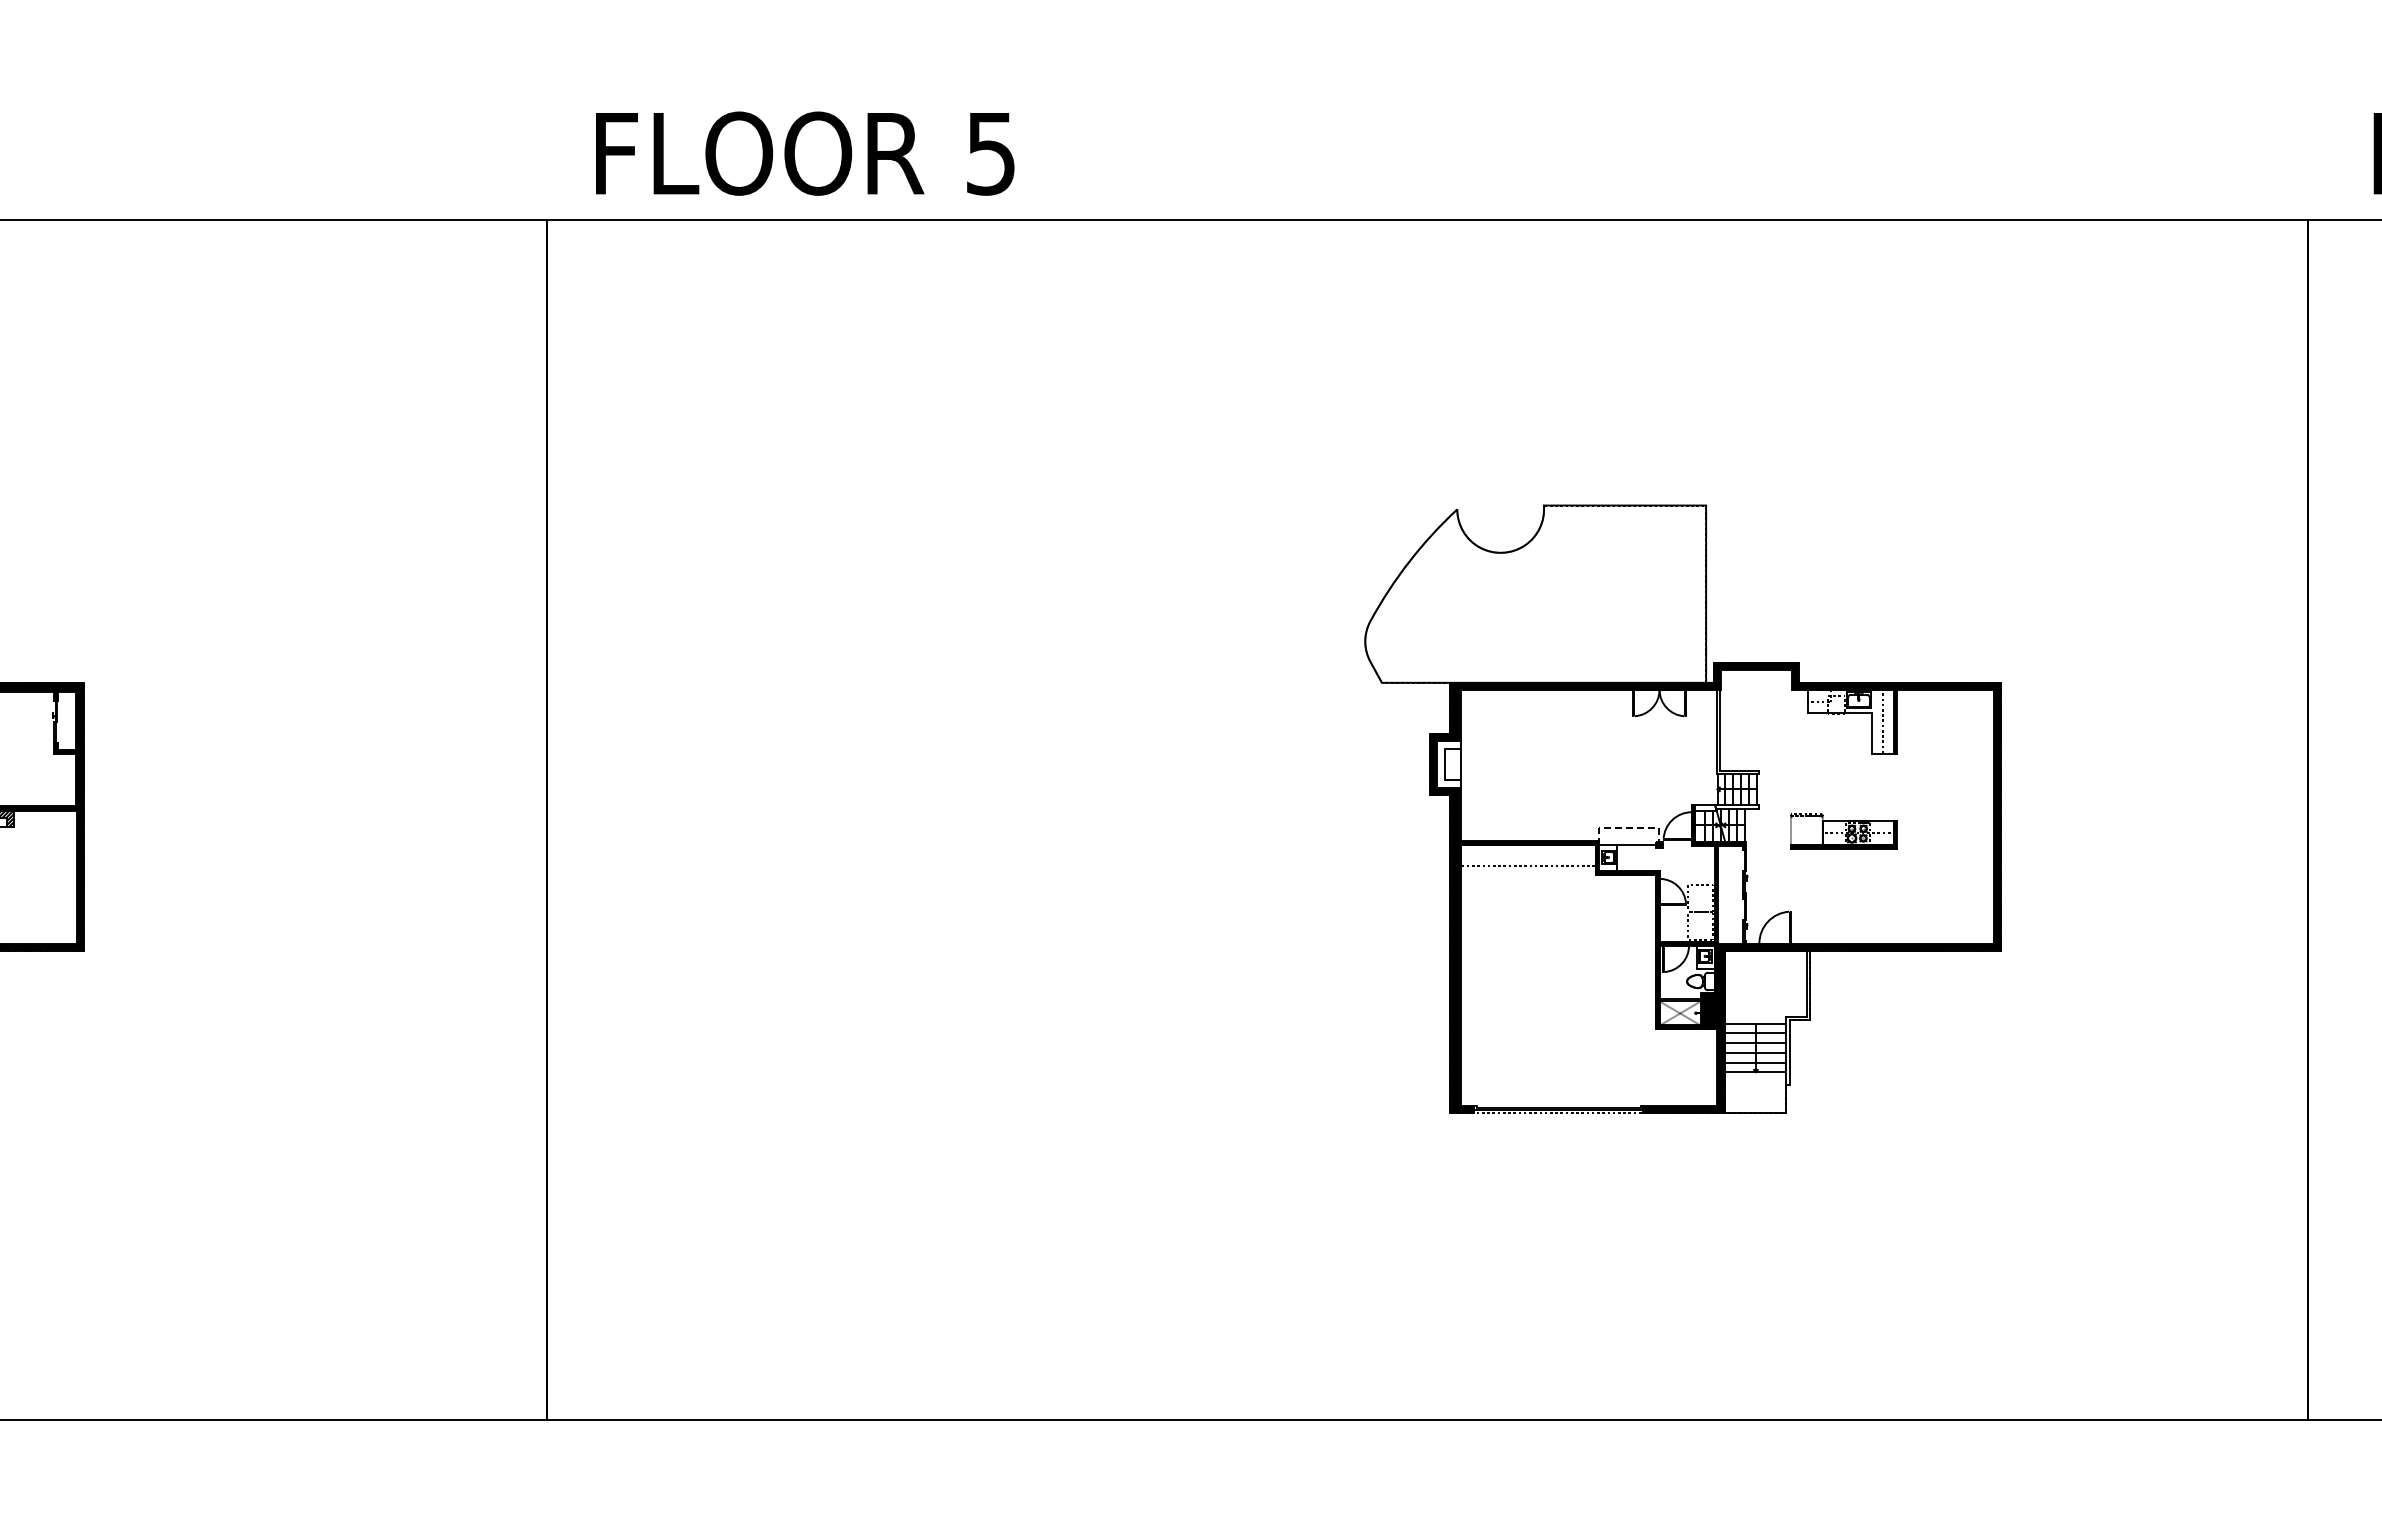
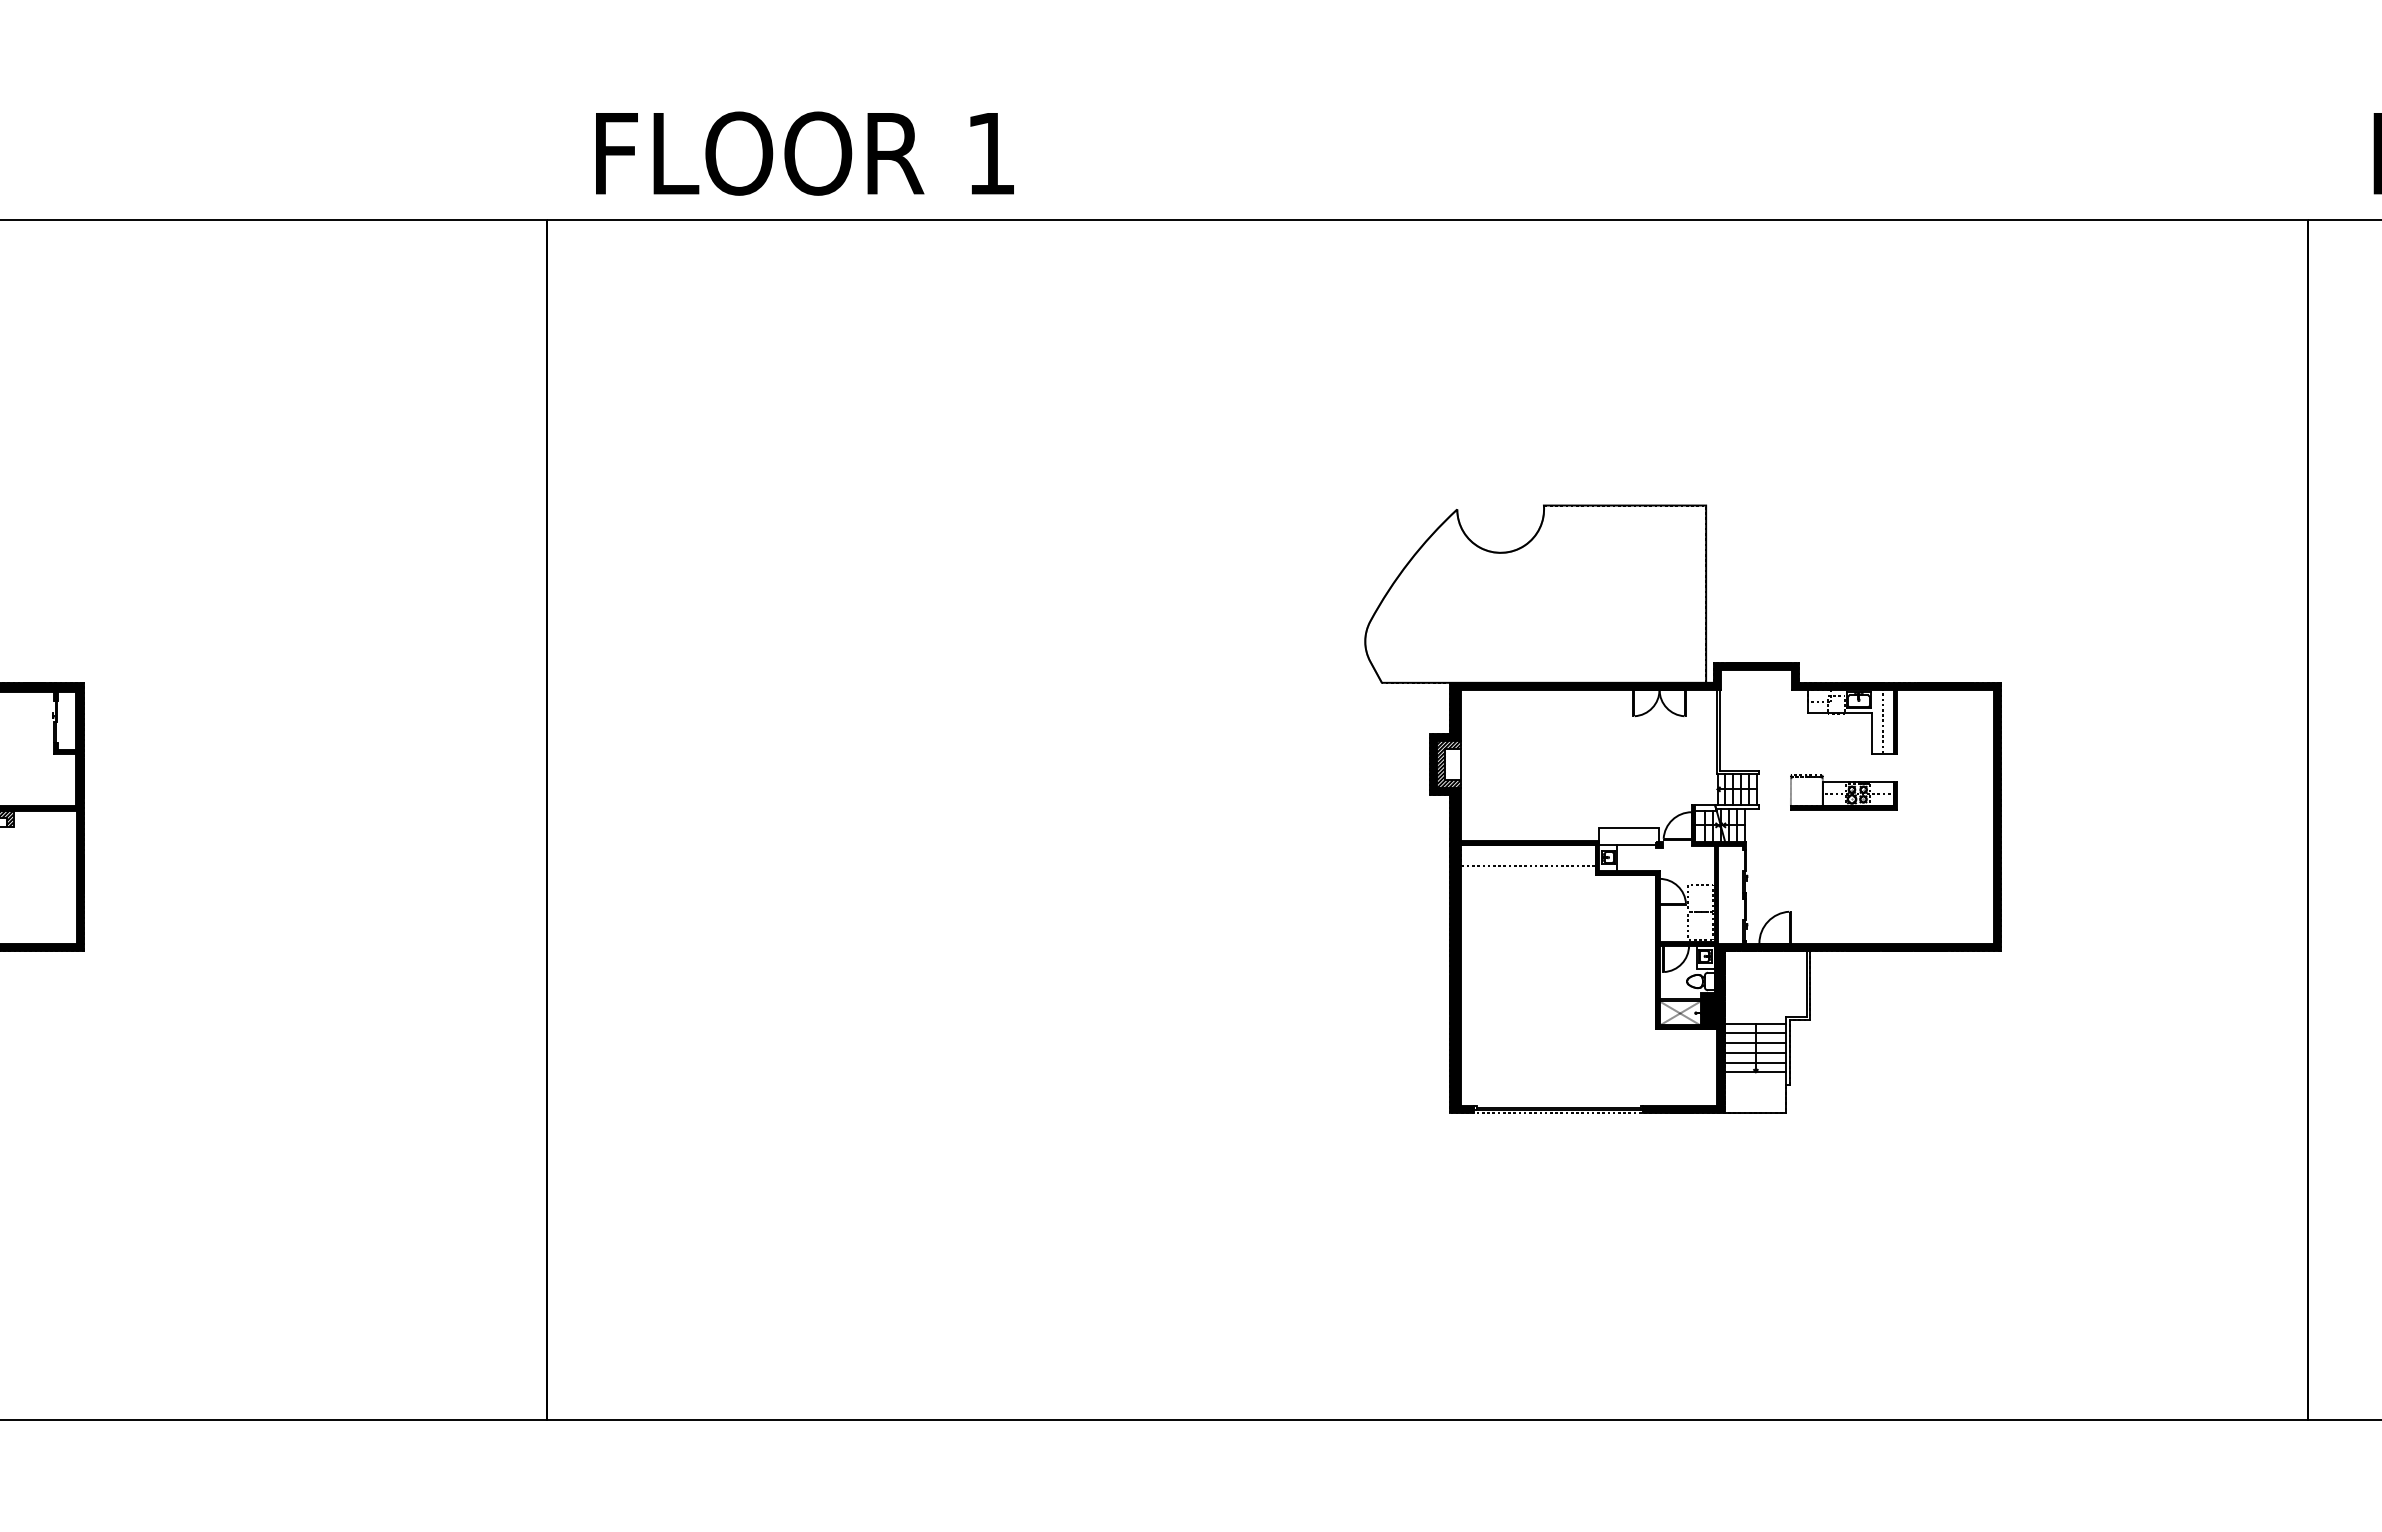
text at (990, 154): 5 -> 1
hatch at (1449, 764): none -> present
line at (1627, 828): dashed -> solid
part at (1843, 831) position: (1843, 831) -> (1843, 792)
